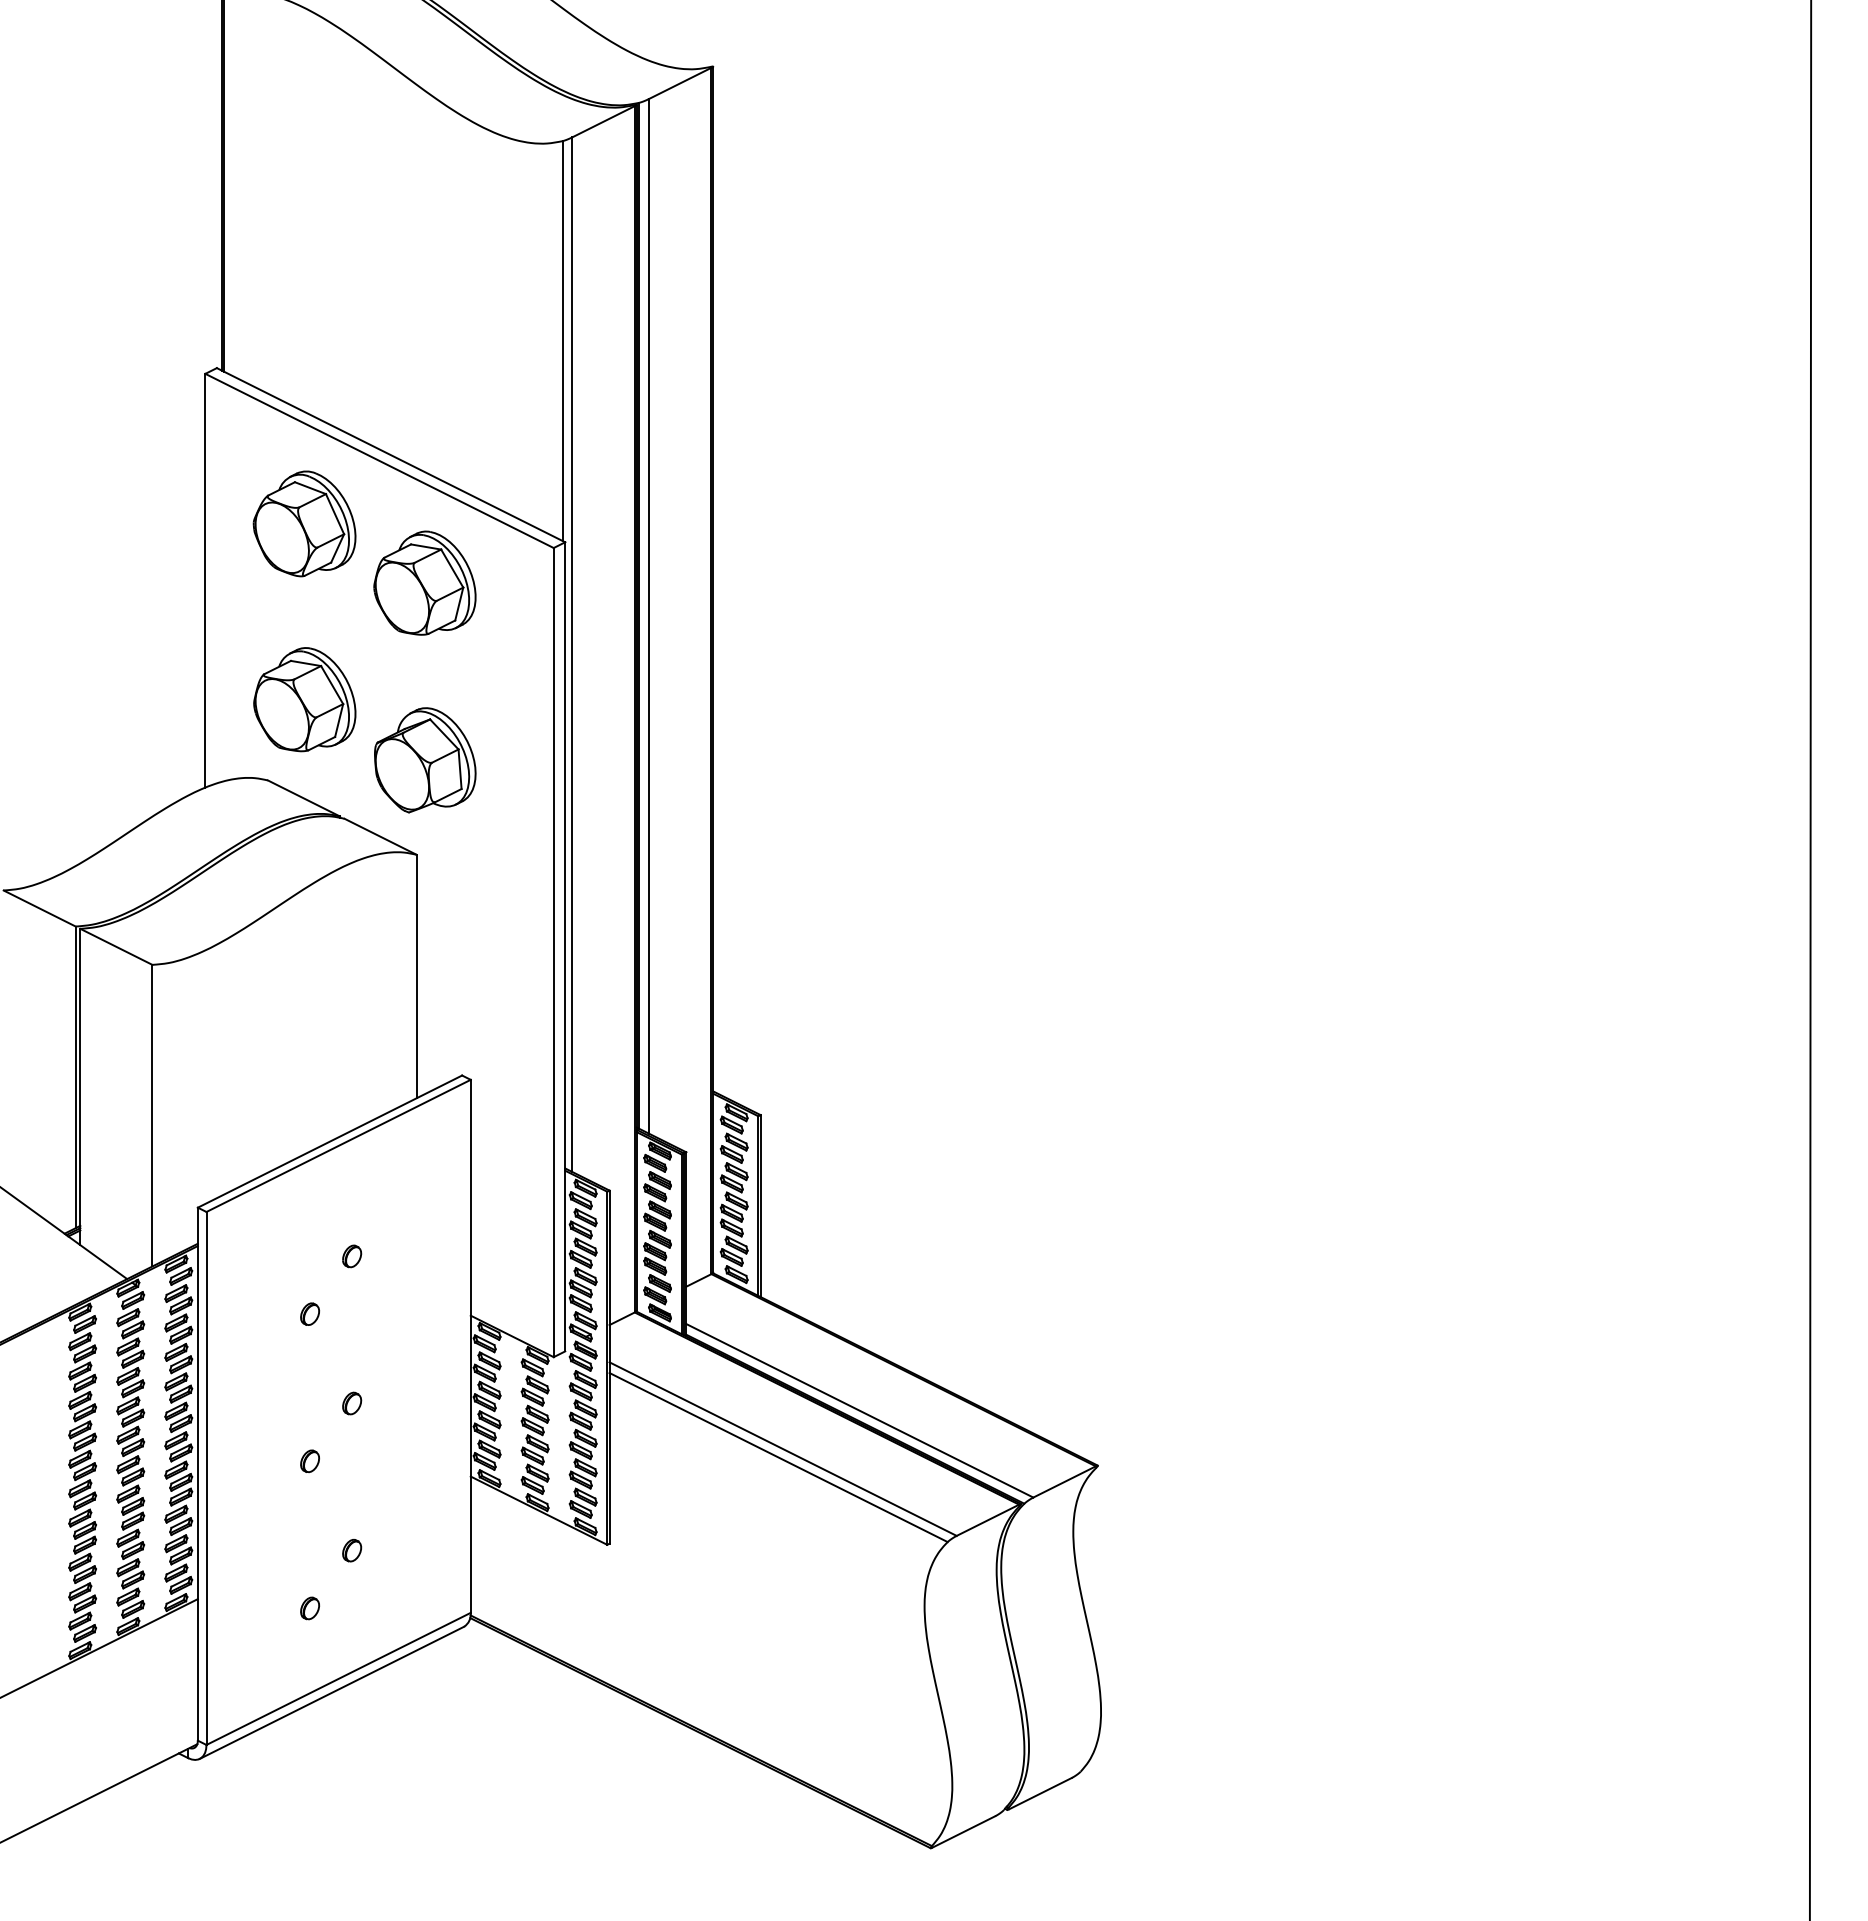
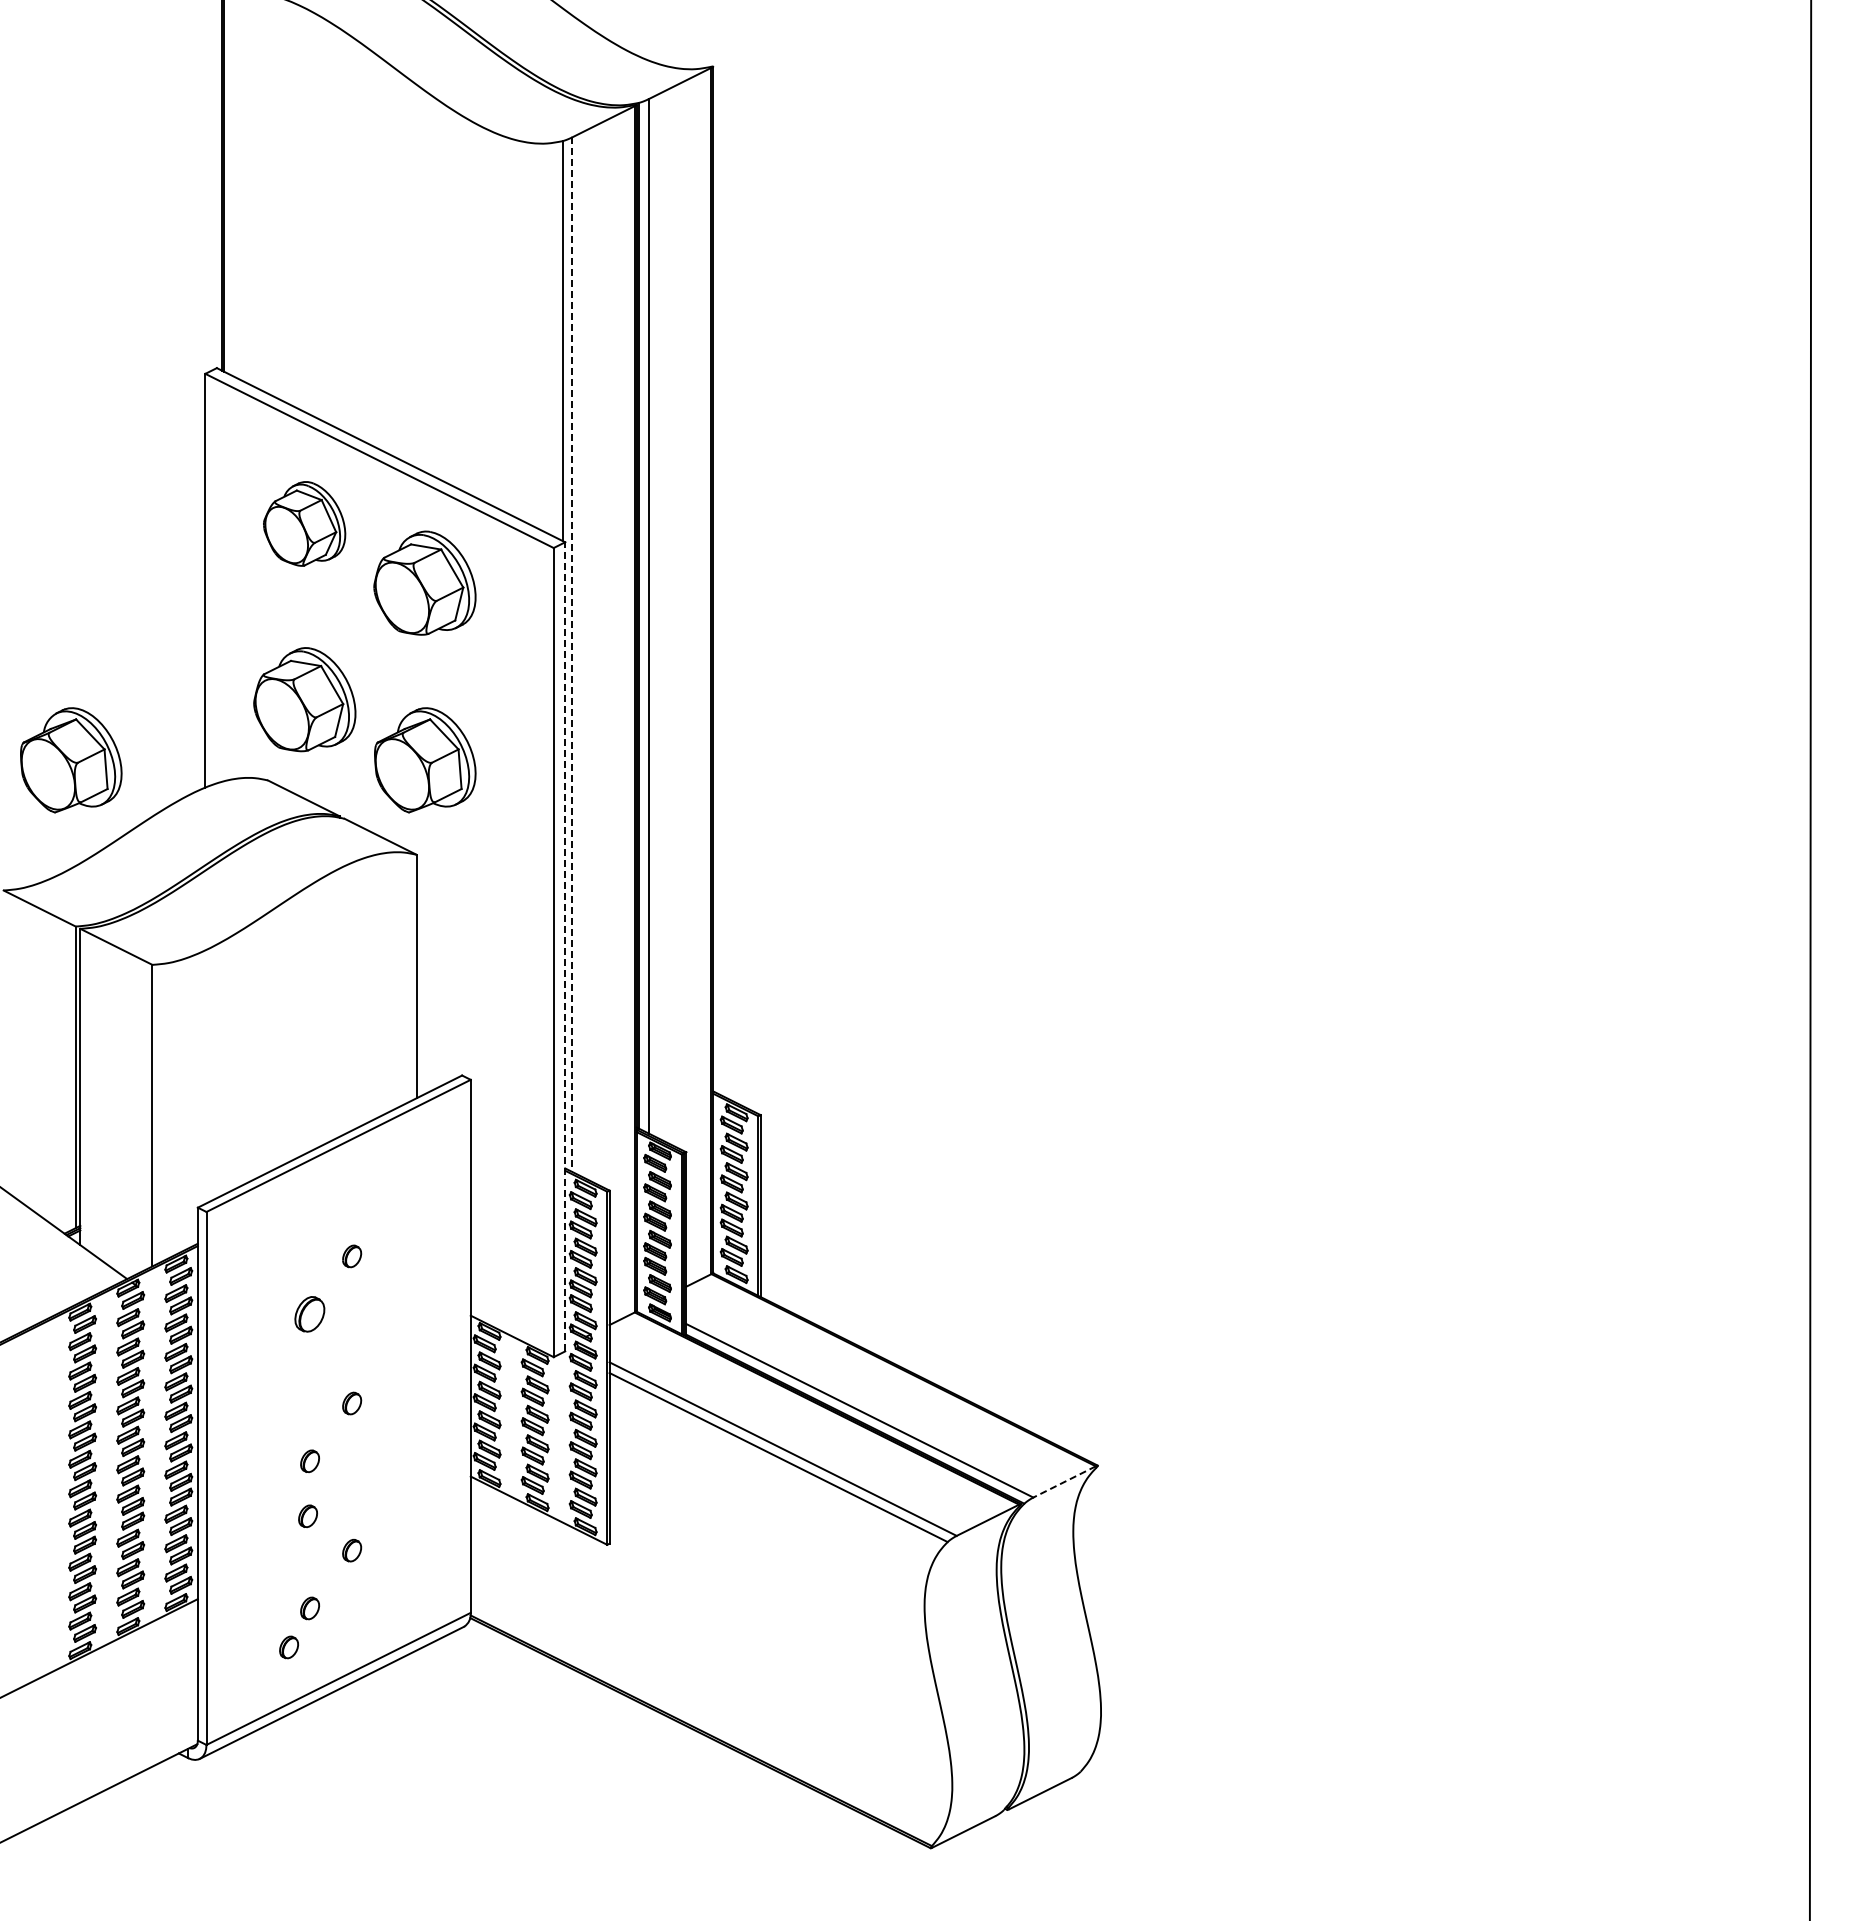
part at (304, 523) size: 105x108 px -> 84x86 px
line at (572, 655): solid -> dashed
part at (71, 760): none -> present
line at (565, 946): solid -> dashed
part at (310, 1313) size: 21x24 px -> 32x37 px
line at (1064, 1481): solid -> dashed
part at (307, 1516): none -> present
part at (288, 1647): none -> present
